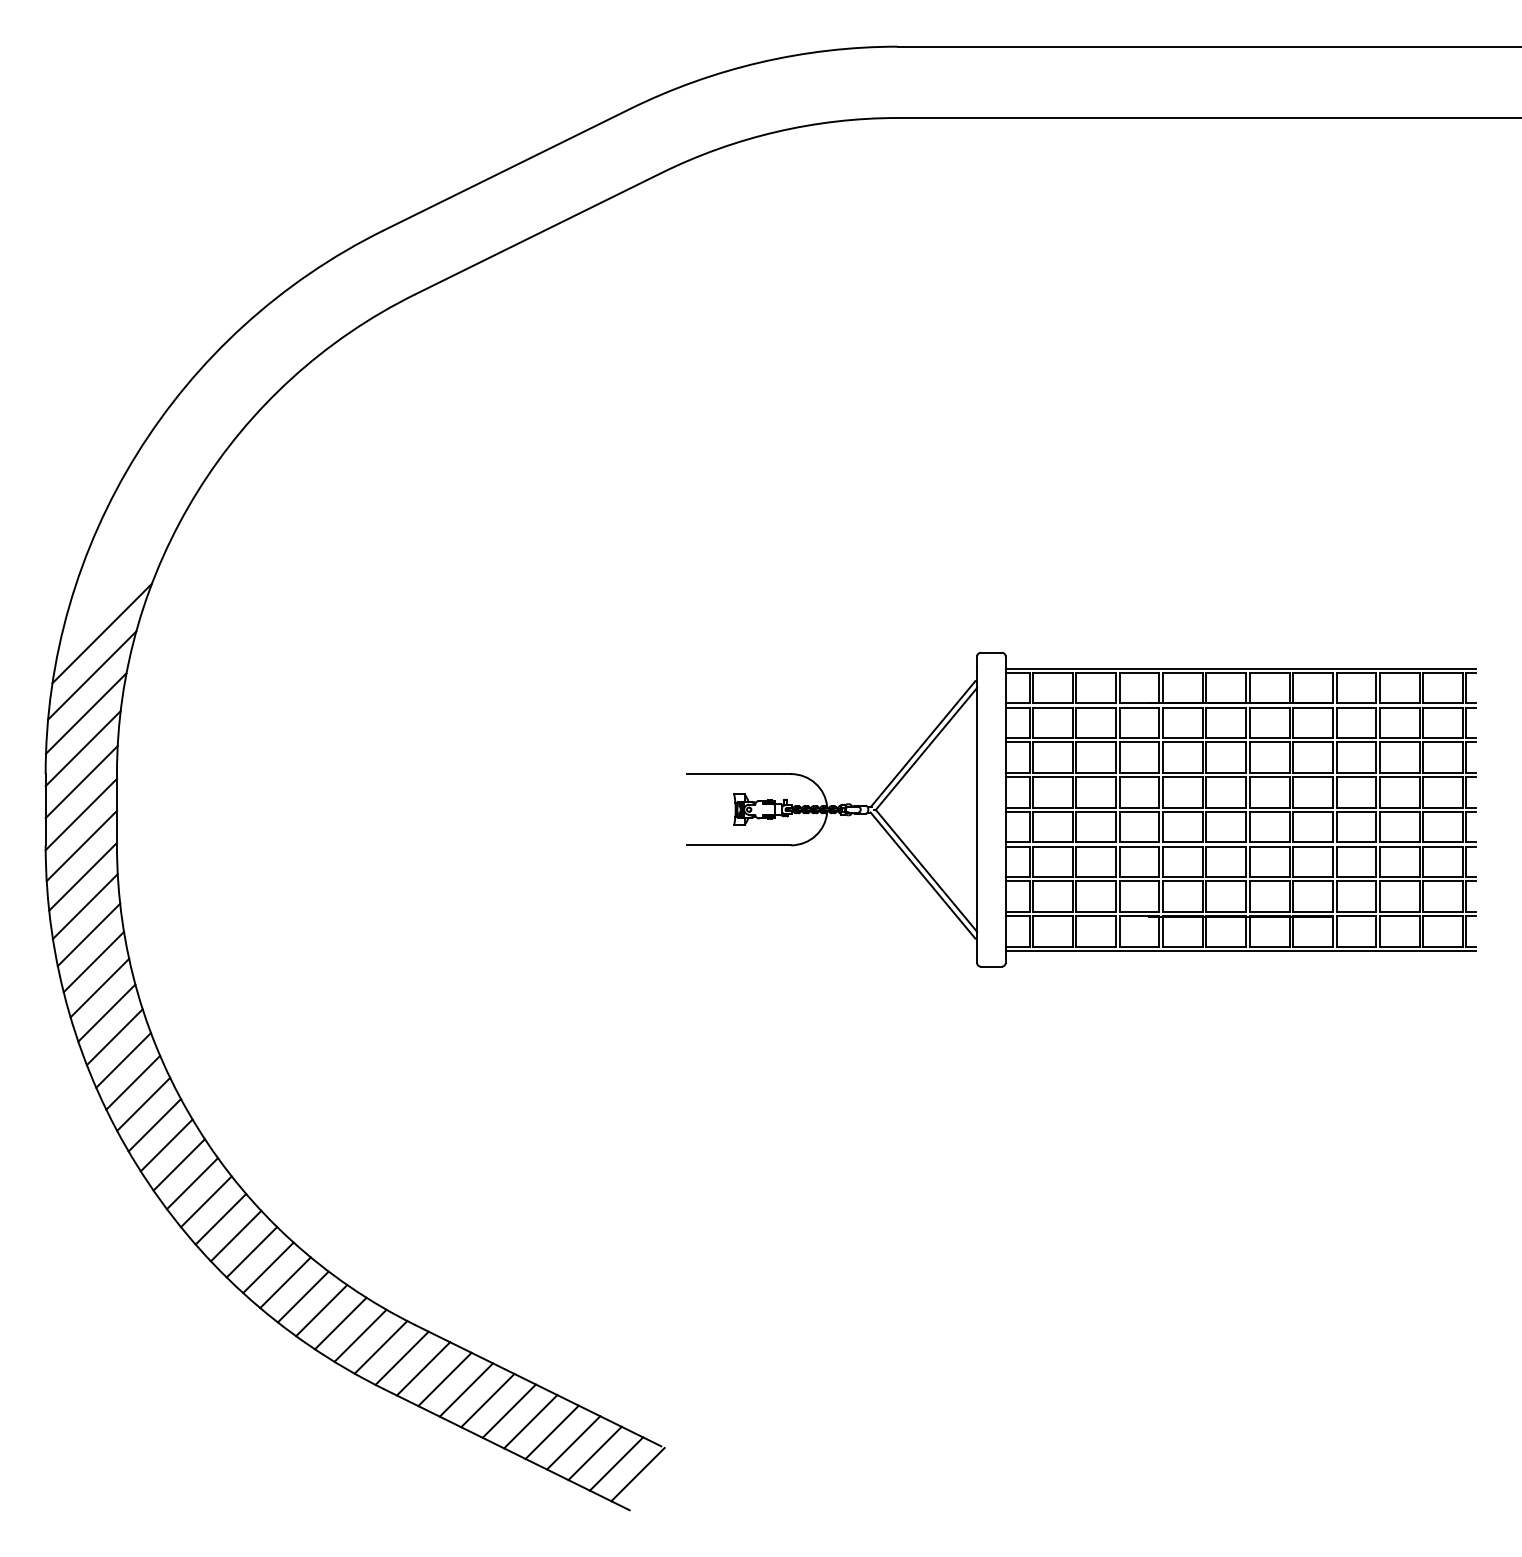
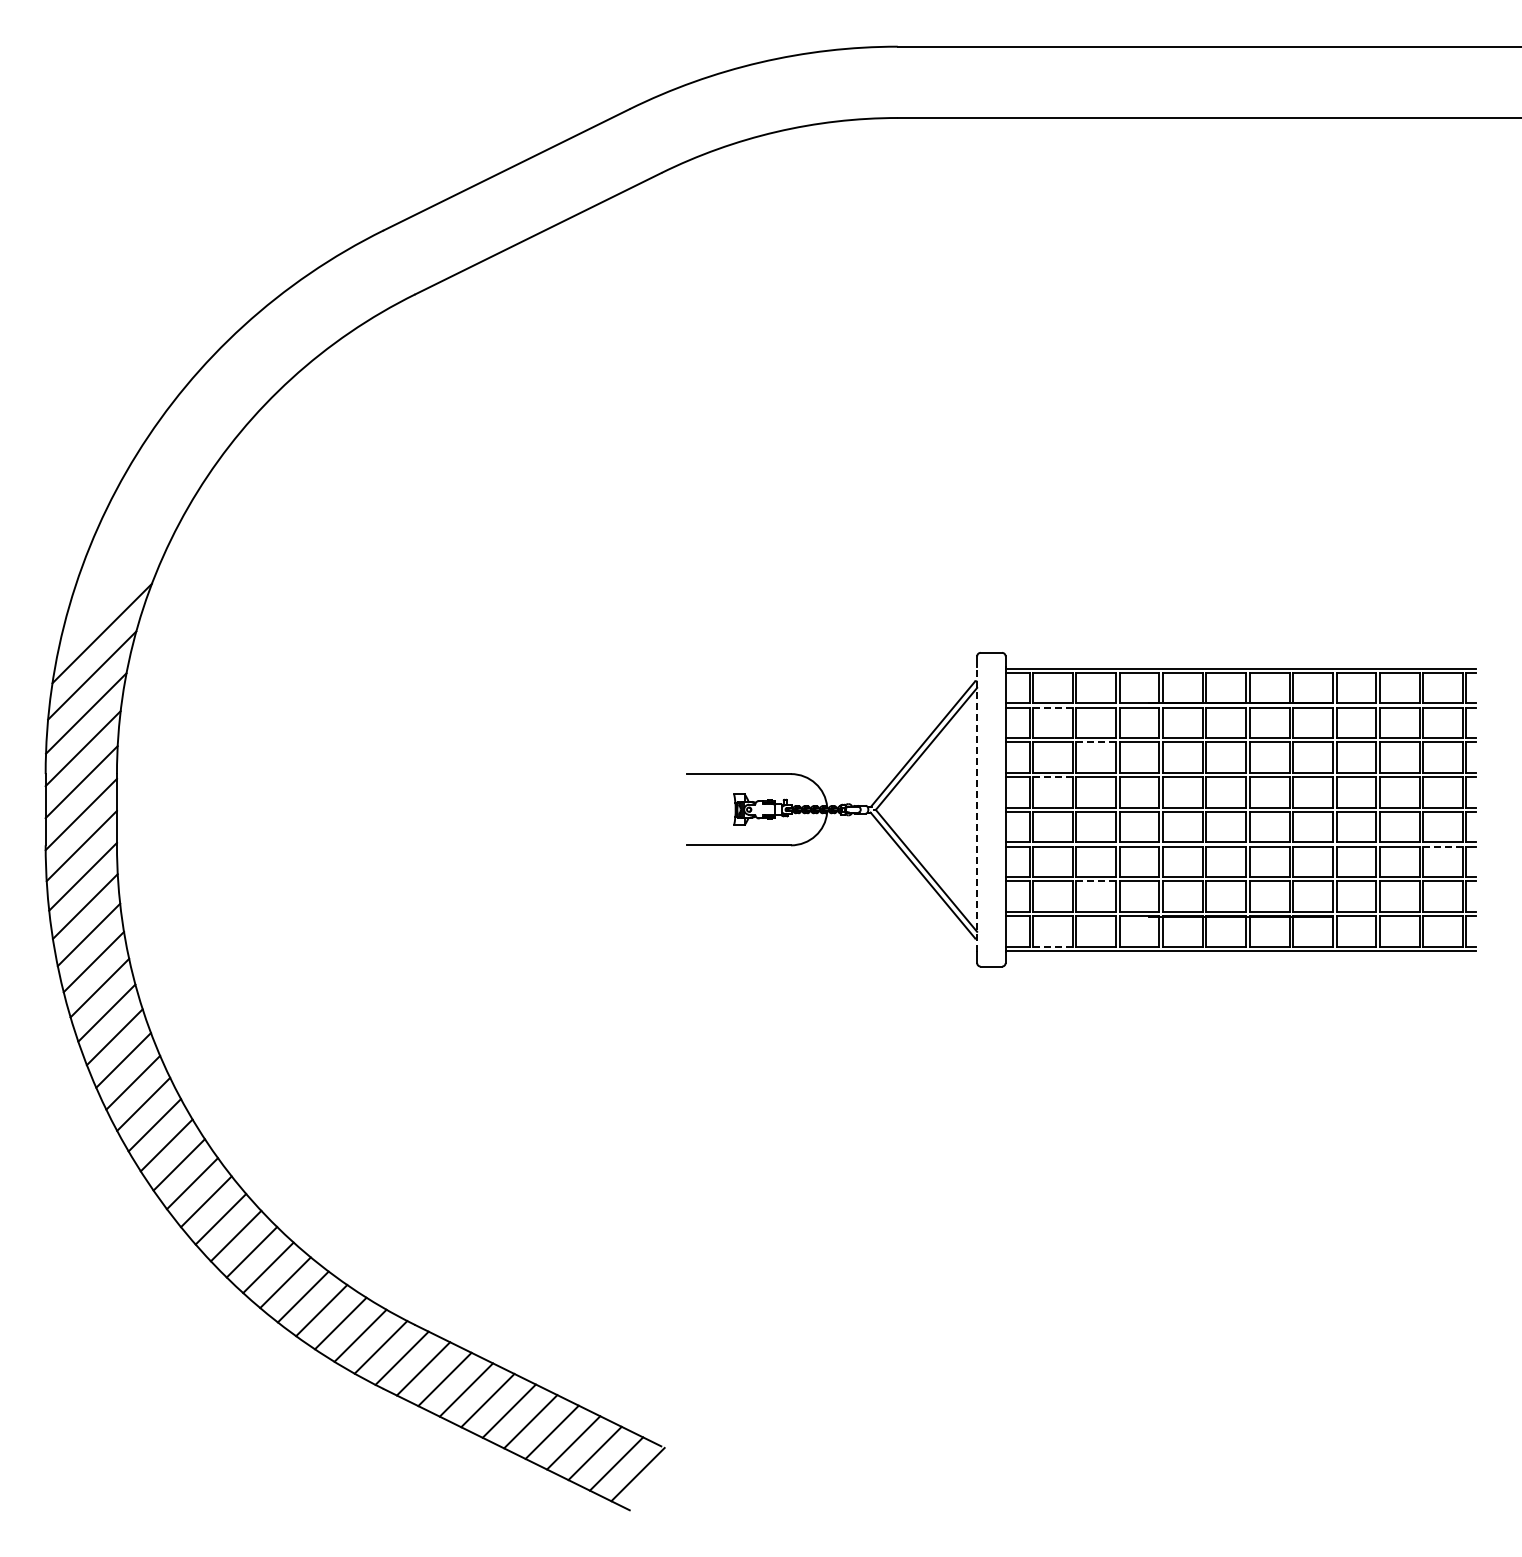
line at (1053, 707): solid -> dashed
line at (1096, 742): solid -> dashed
line at (1053, 777): solid -> dashed
line at (977, 809): solid -> dashed
line at (1442, 846): solid -> dashed
line at (1096, 881): solid -> dashed
line at (1053, 946): solid -> dashed
